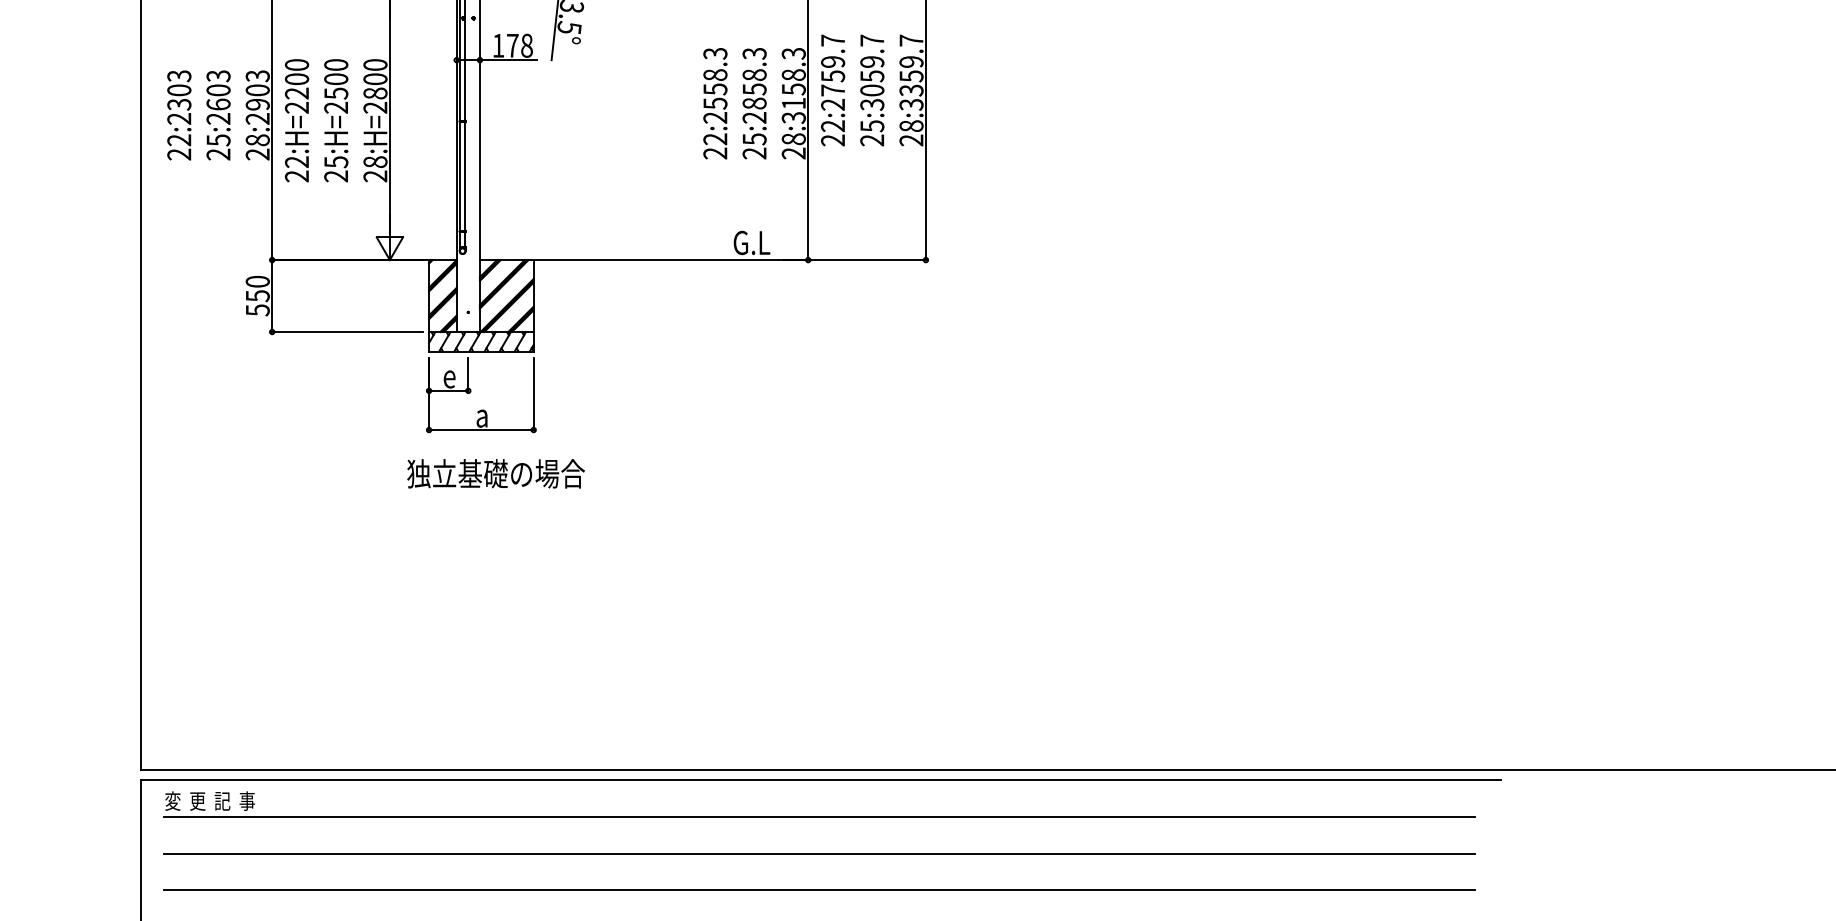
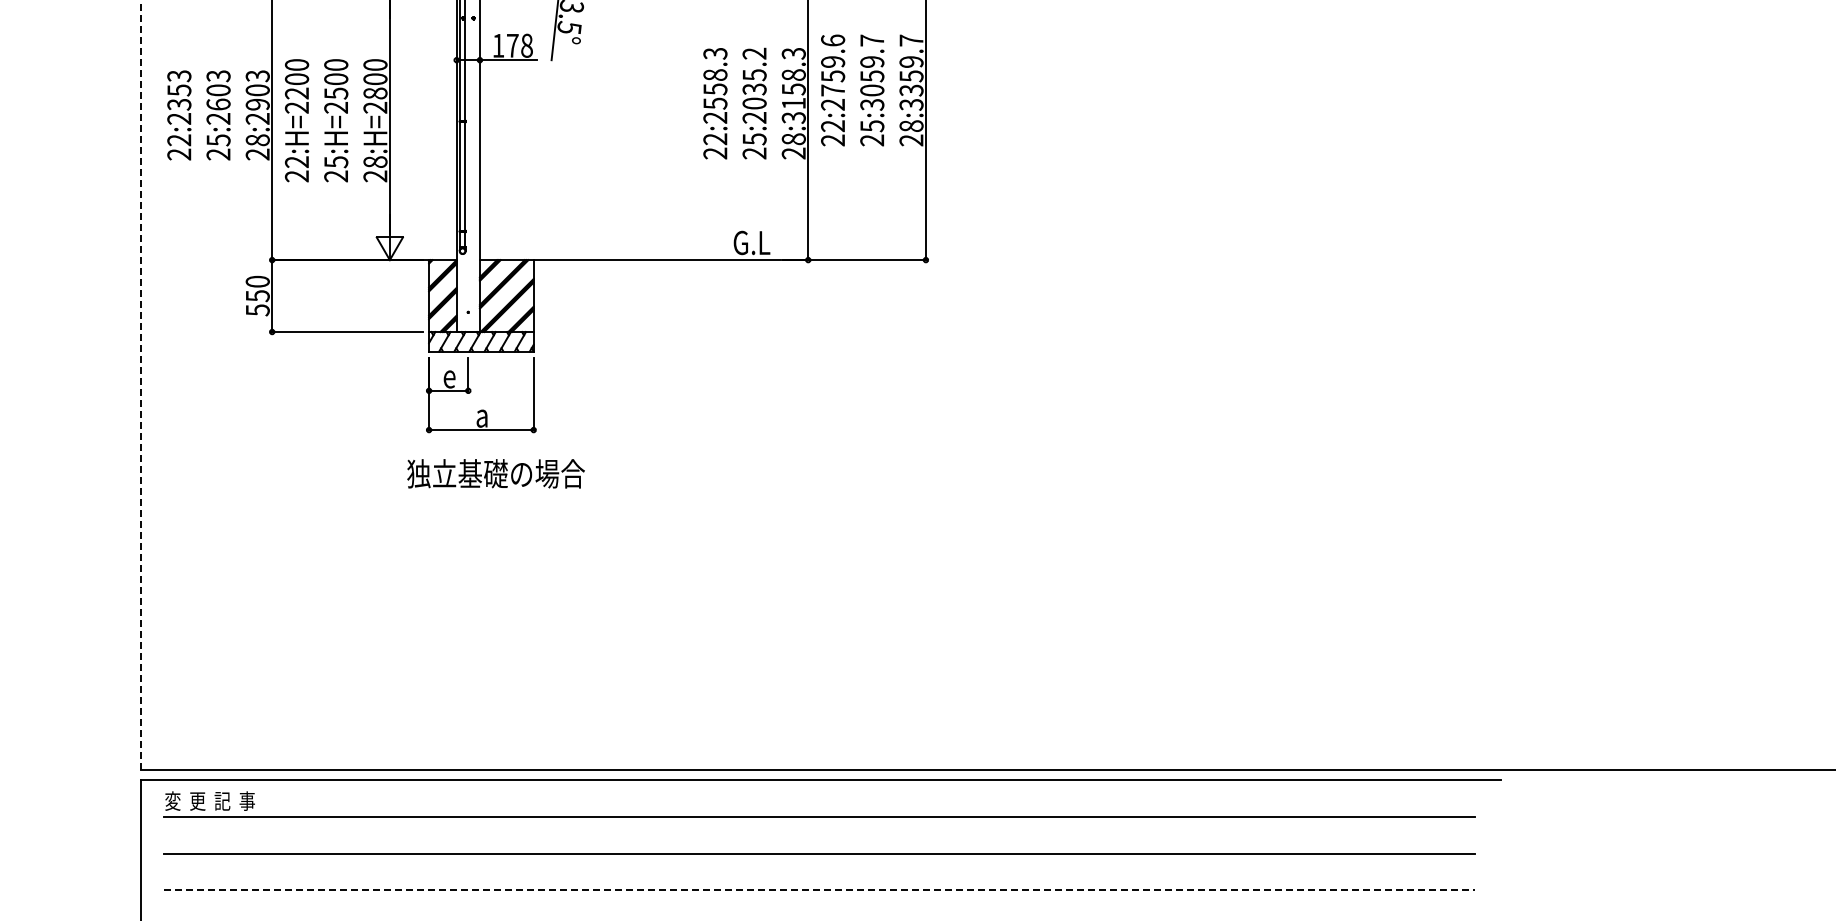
text at (833, 40): 22:2759.7 -> 22:2759.6
text at (754, 78): 25:2858.3 -> 25:2035.2
text at (179, 90): 22:2303 -> 22:2353
line at (141, 385): solid -> dashed
line at (819, 890): solid -> dashed
